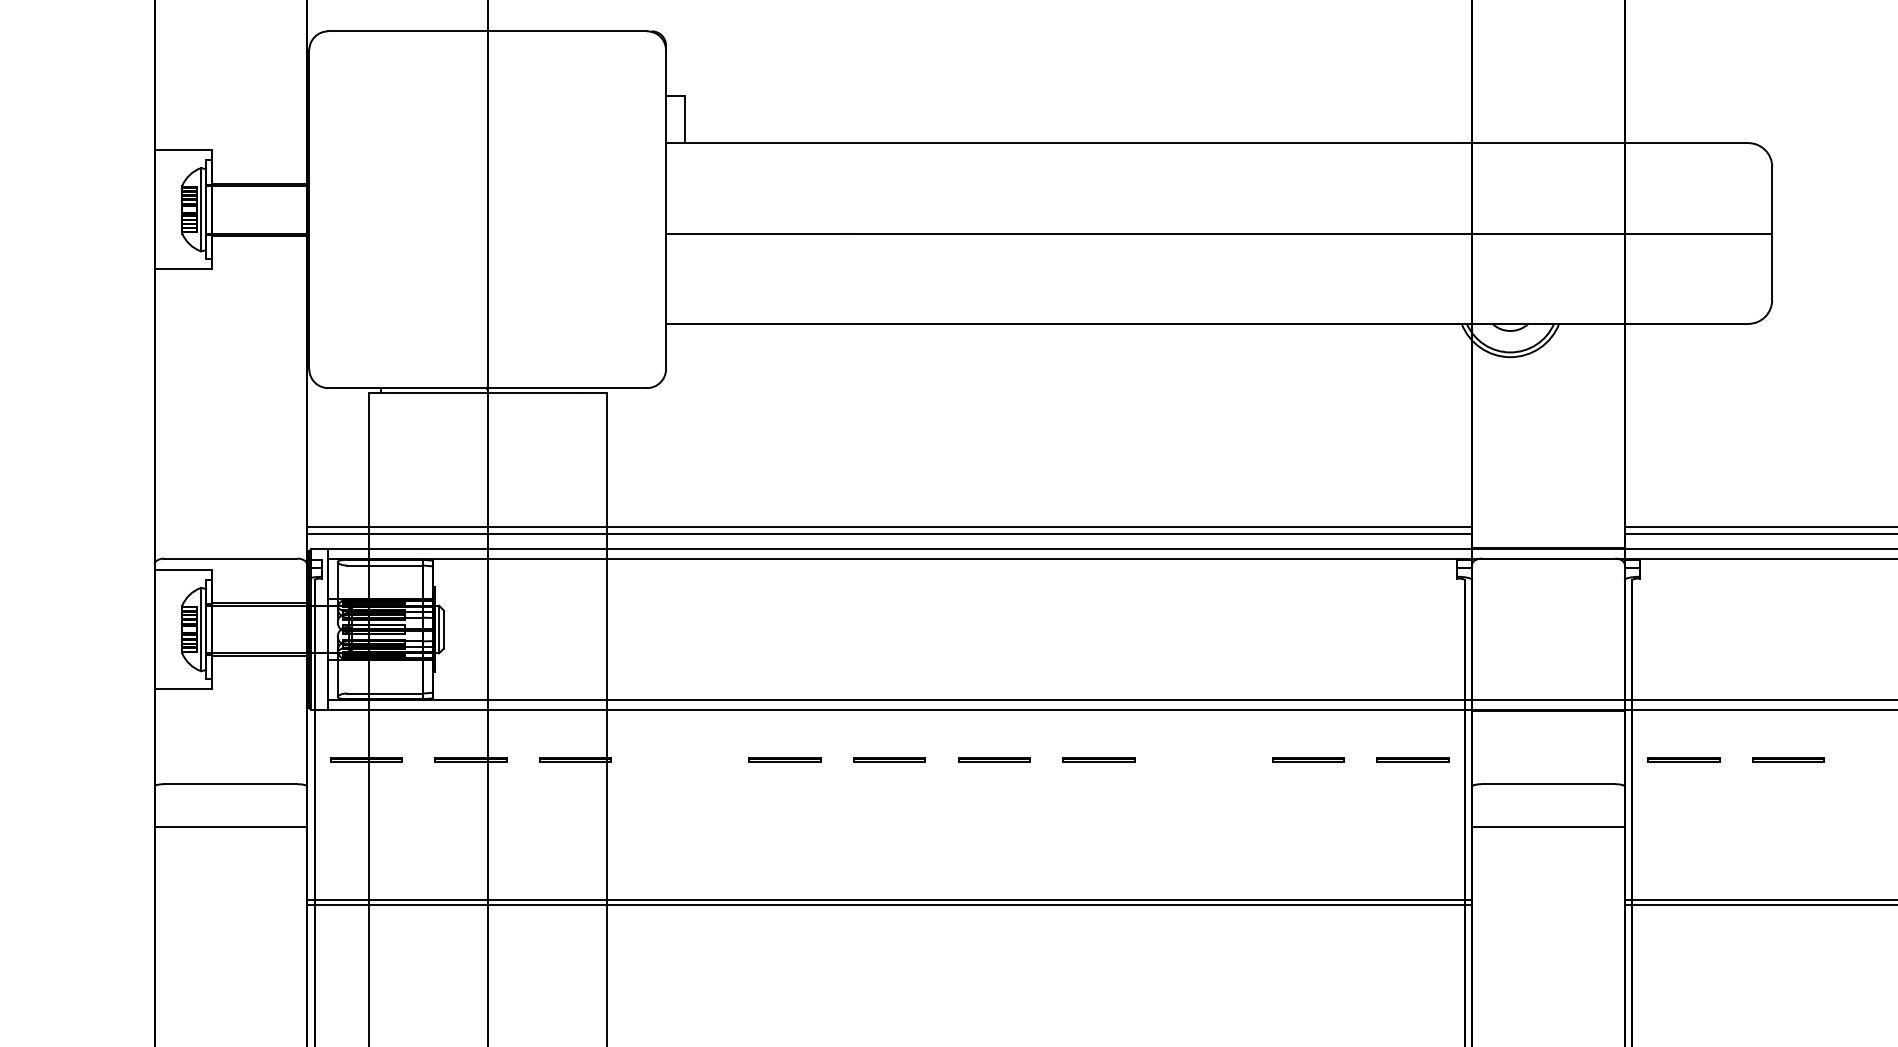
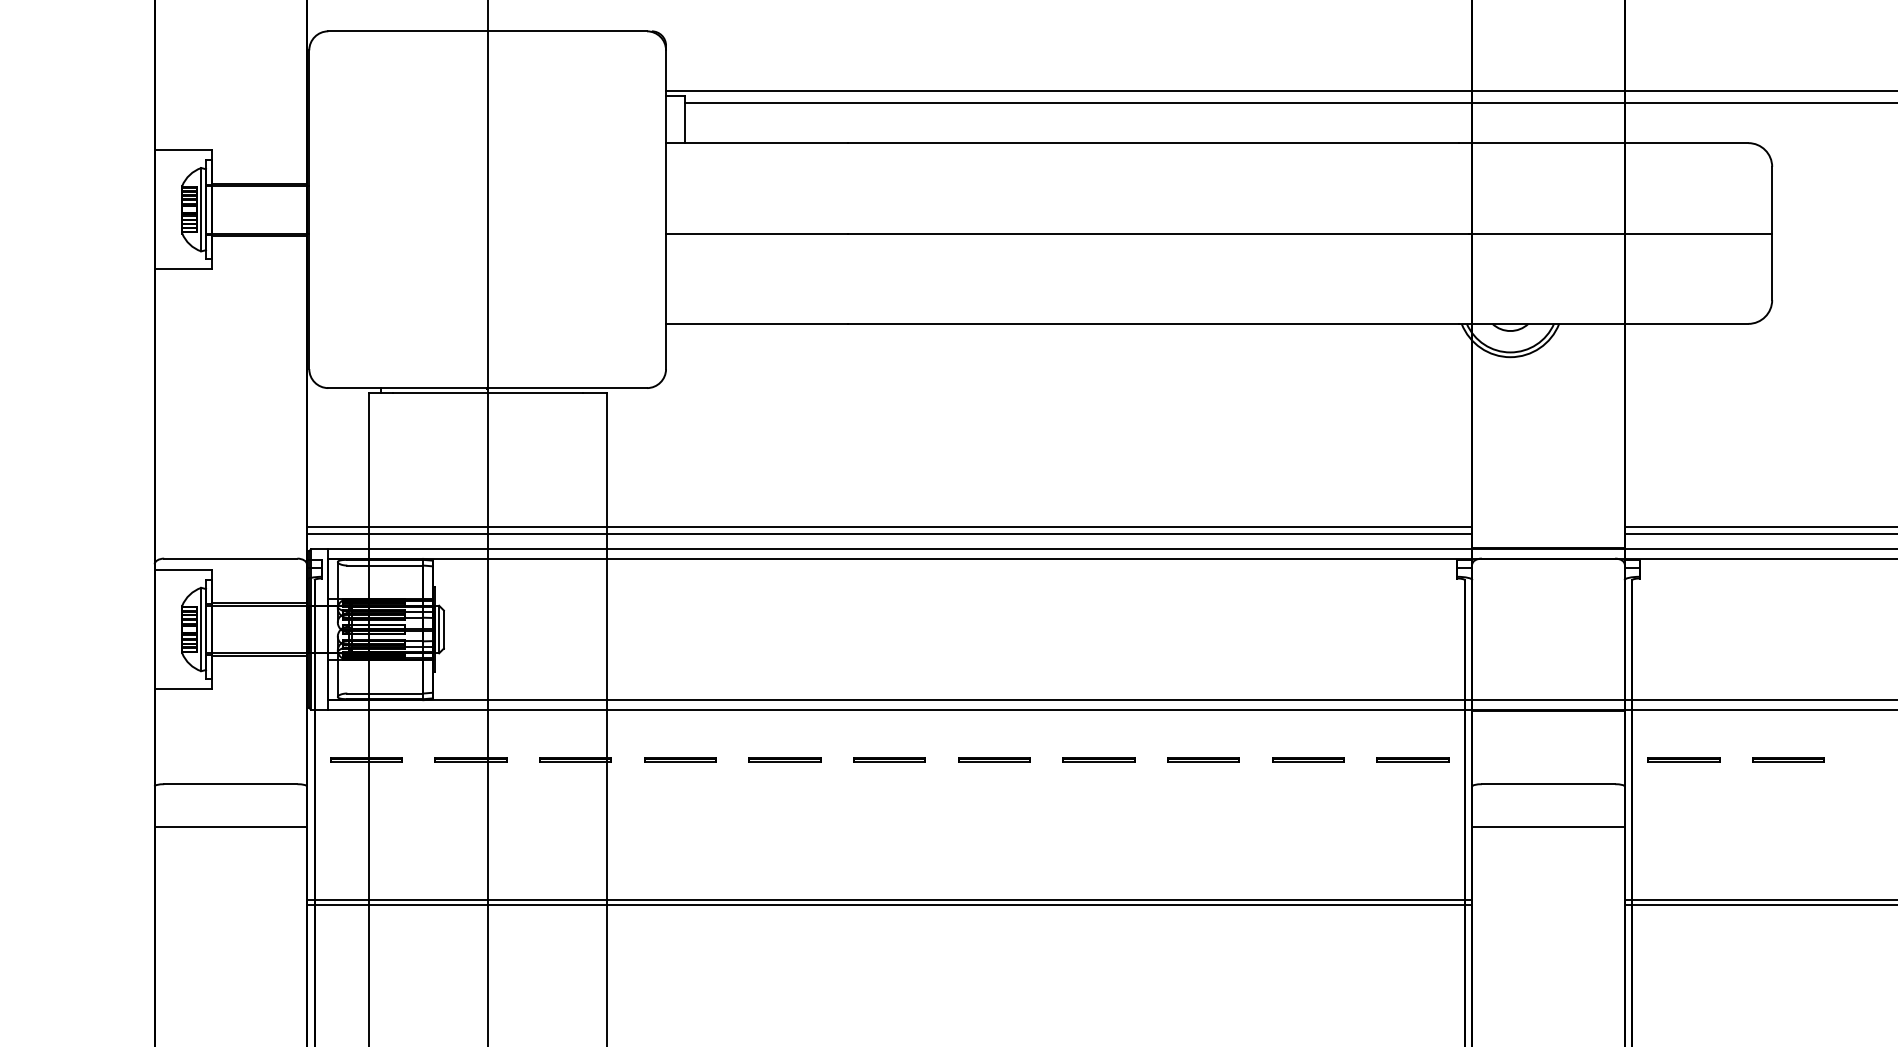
line at (1280, 90): none -> present
line at (1289, 102): none -> present
part at (680, 759): none -> present
part at (1203, 759): none -> present
